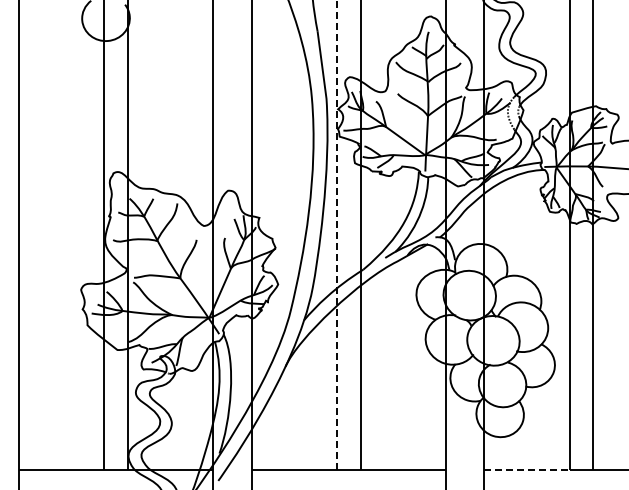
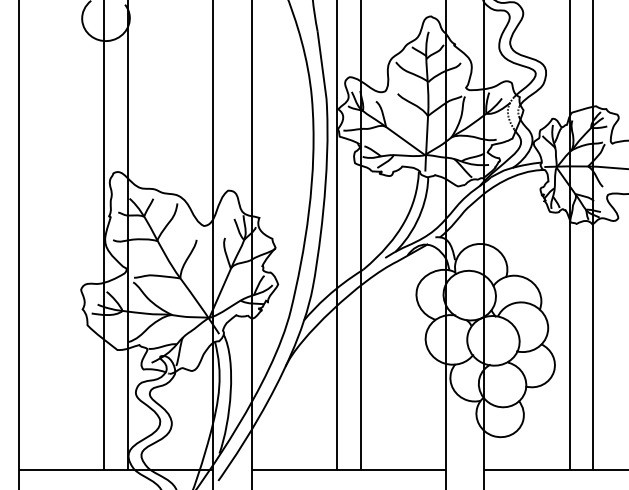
line at (336, 234): dashed -> solid
line at (526, 469): dashed -> solid
